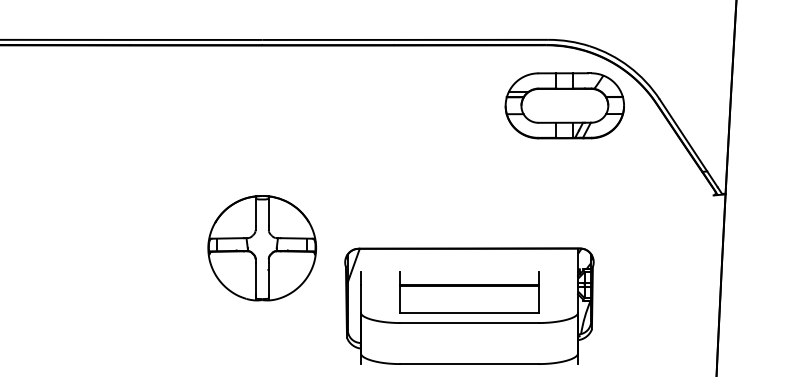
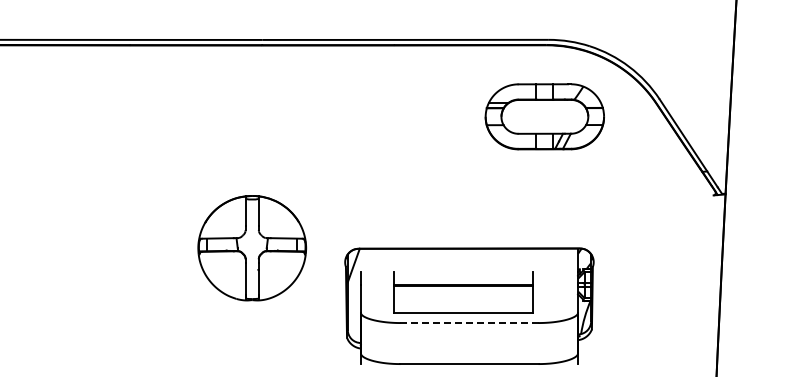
part at (564, 105) position: (564, 105) -> (544, 116)
part at (262, 248) position: (262, 248) -> (252, 248)
part at (469, 292) position: (469, 292) -> (463, 292)
line at (469, 323): solid -> dashed
